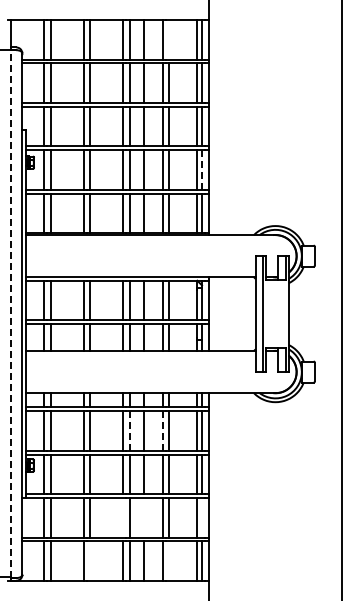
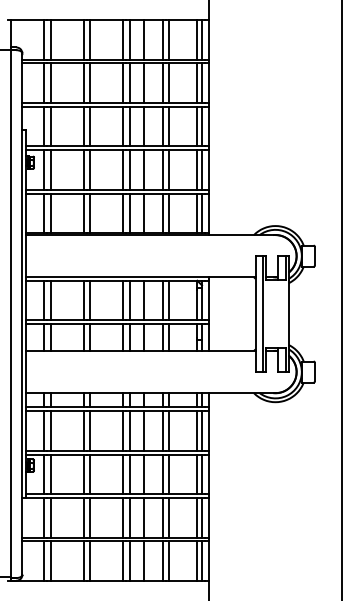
line at (169, 39): none -> present
line at (202, 170): dashed -> solid
line at (10, 314): dashed -> solid
line at (129, 430): dashed -> solid
line at (162, 430): dashed -> solid
line at (123, 517): none -> present
line at (143, 517): none -> present
line at (202, 517): none -> present
line at (90, 560): none -> present
line at (169, 560): none -> present
